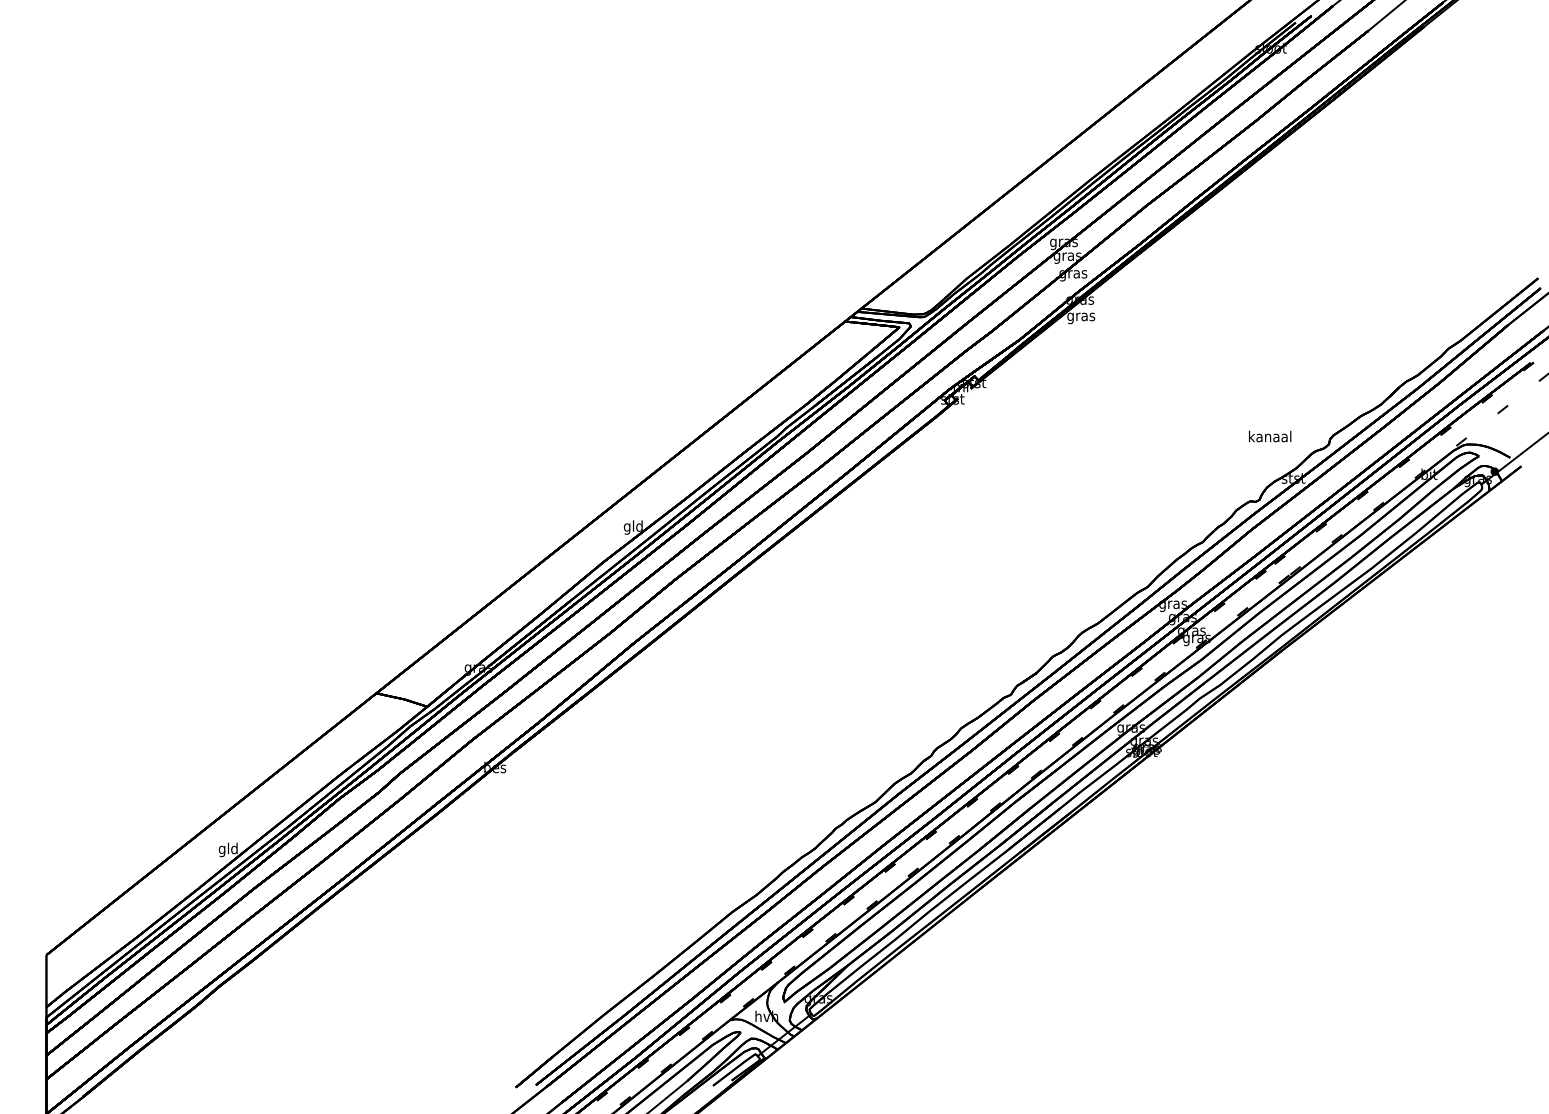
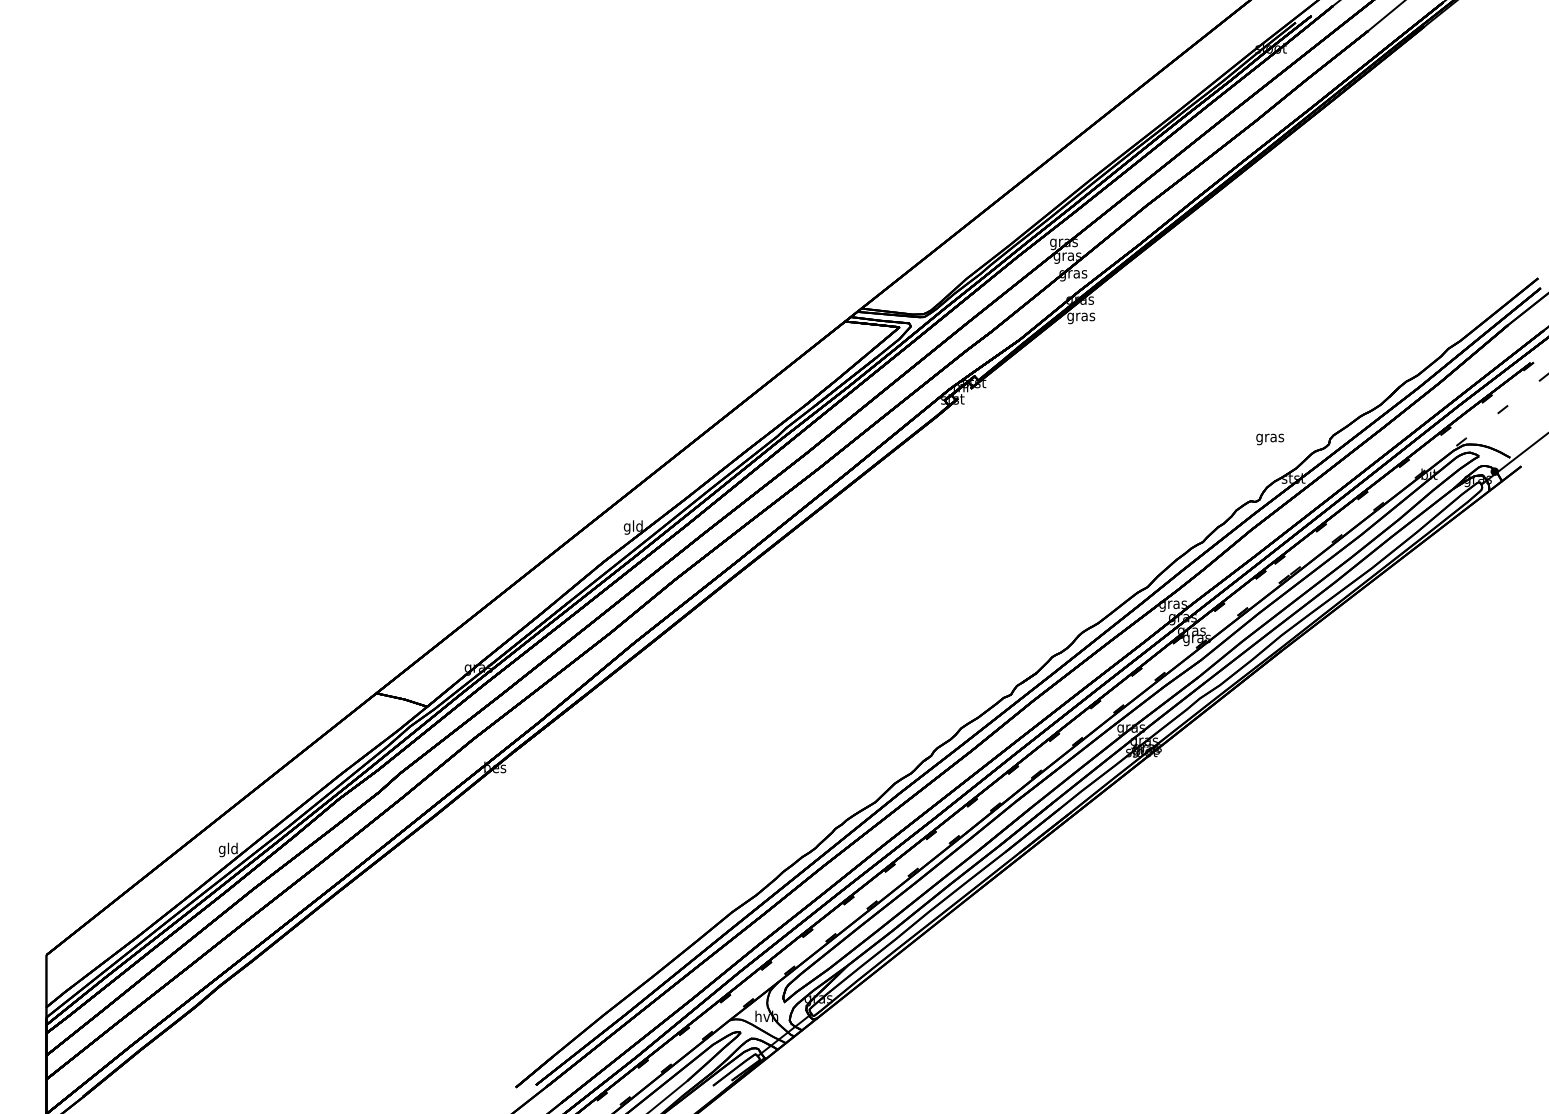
text at (1270, 437): kanaal -> gras
